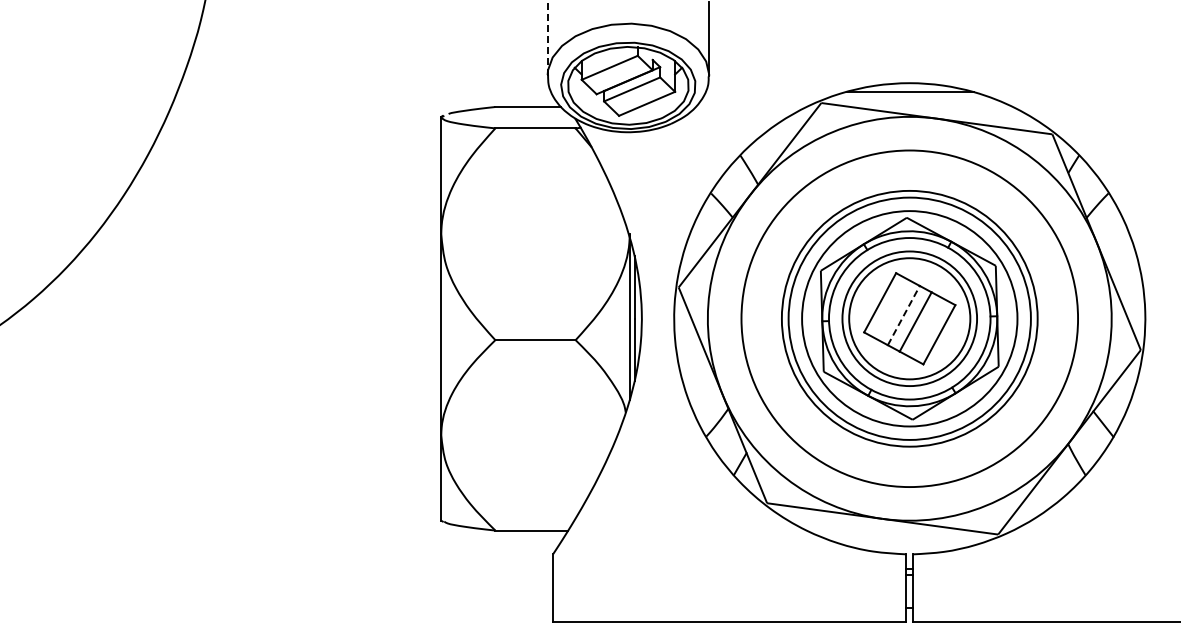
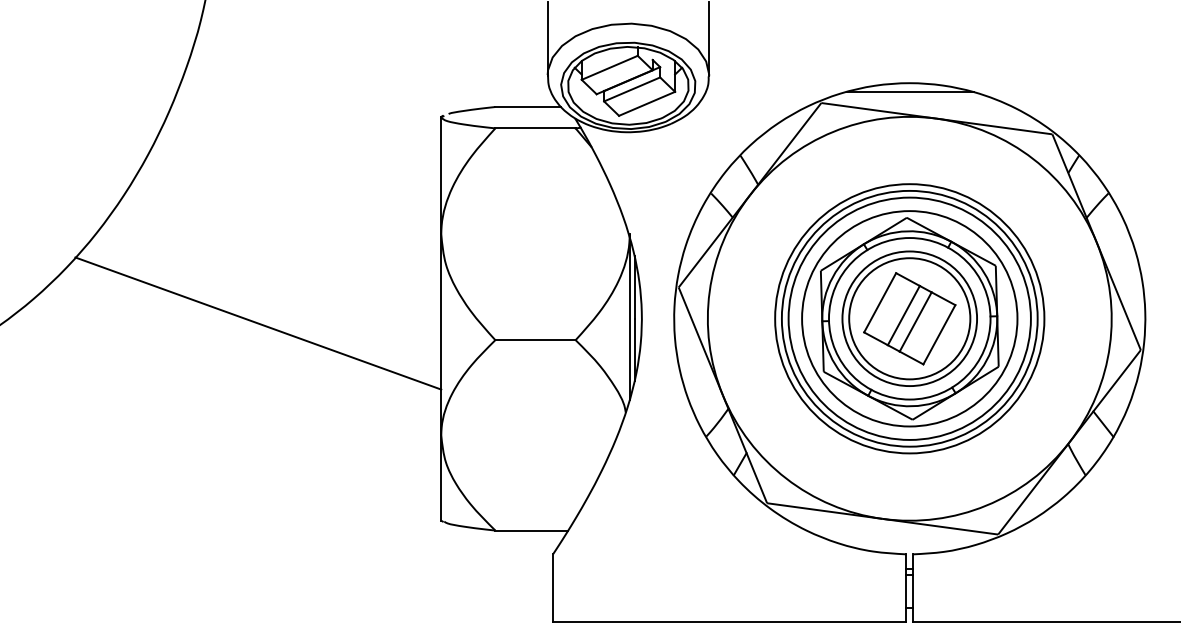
line at (547, 38): dashed -> solid
line at (903, 315): dashed -> solid
circle at (909, 318) diameter: 337 px -> 269 px
line at (258, 323): none -> present
